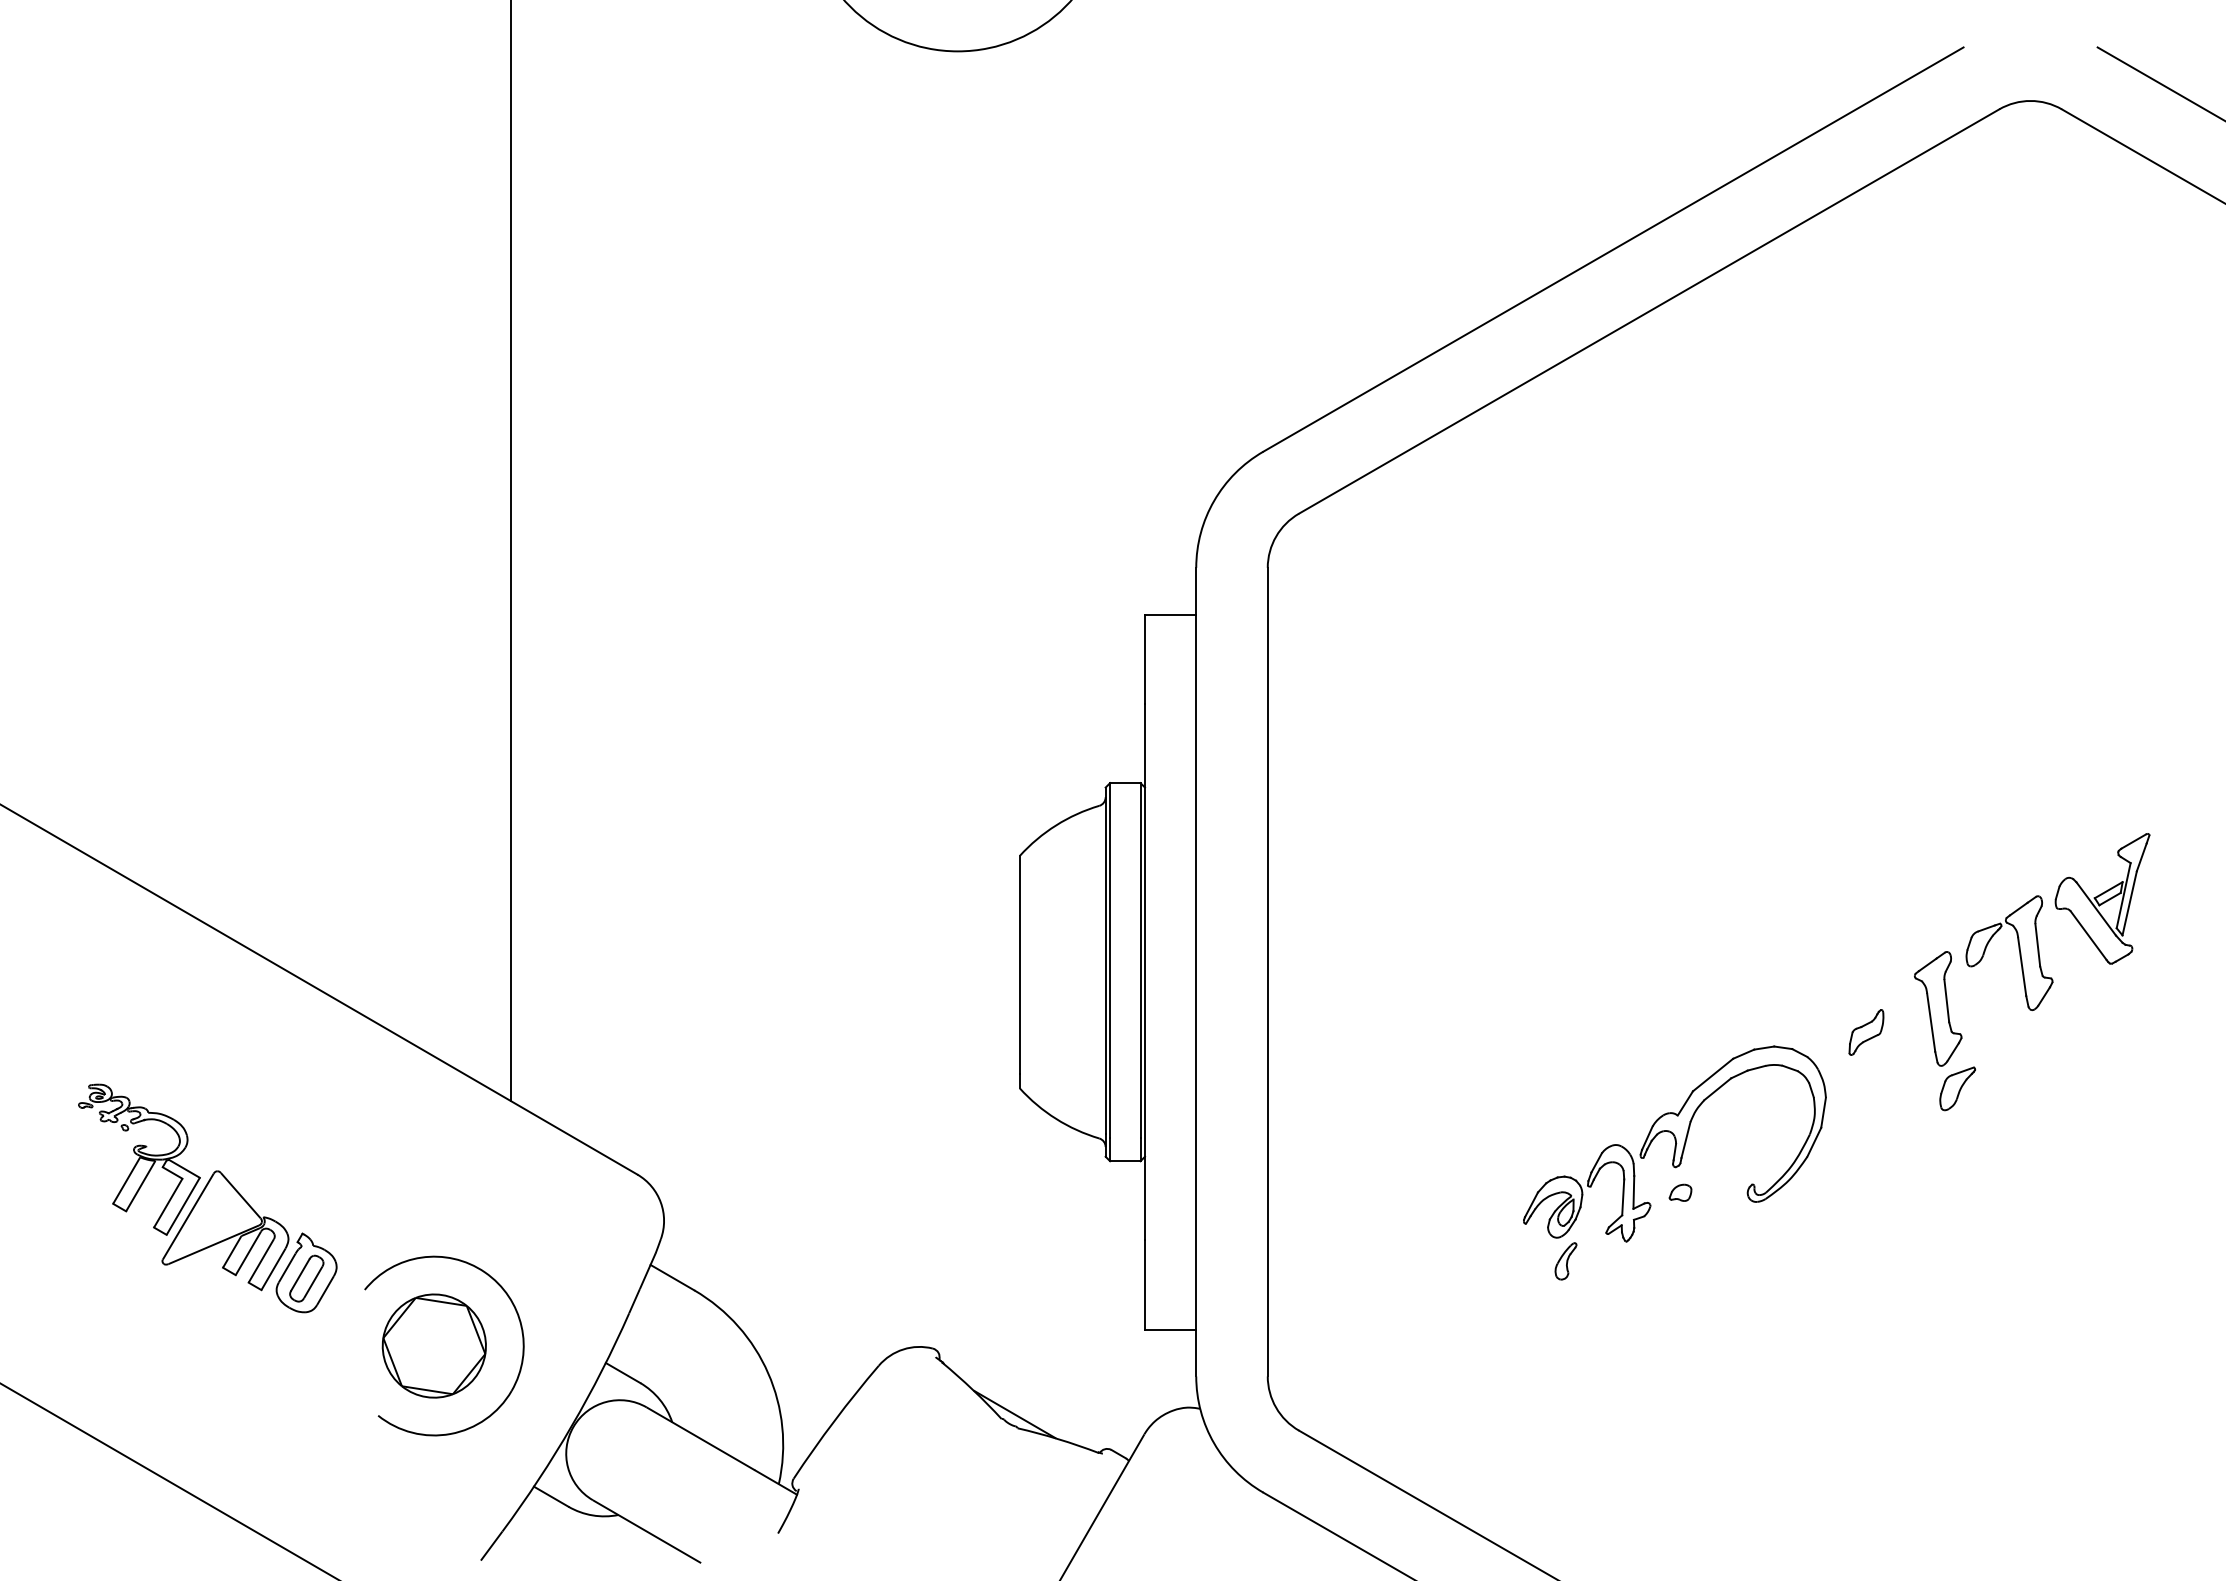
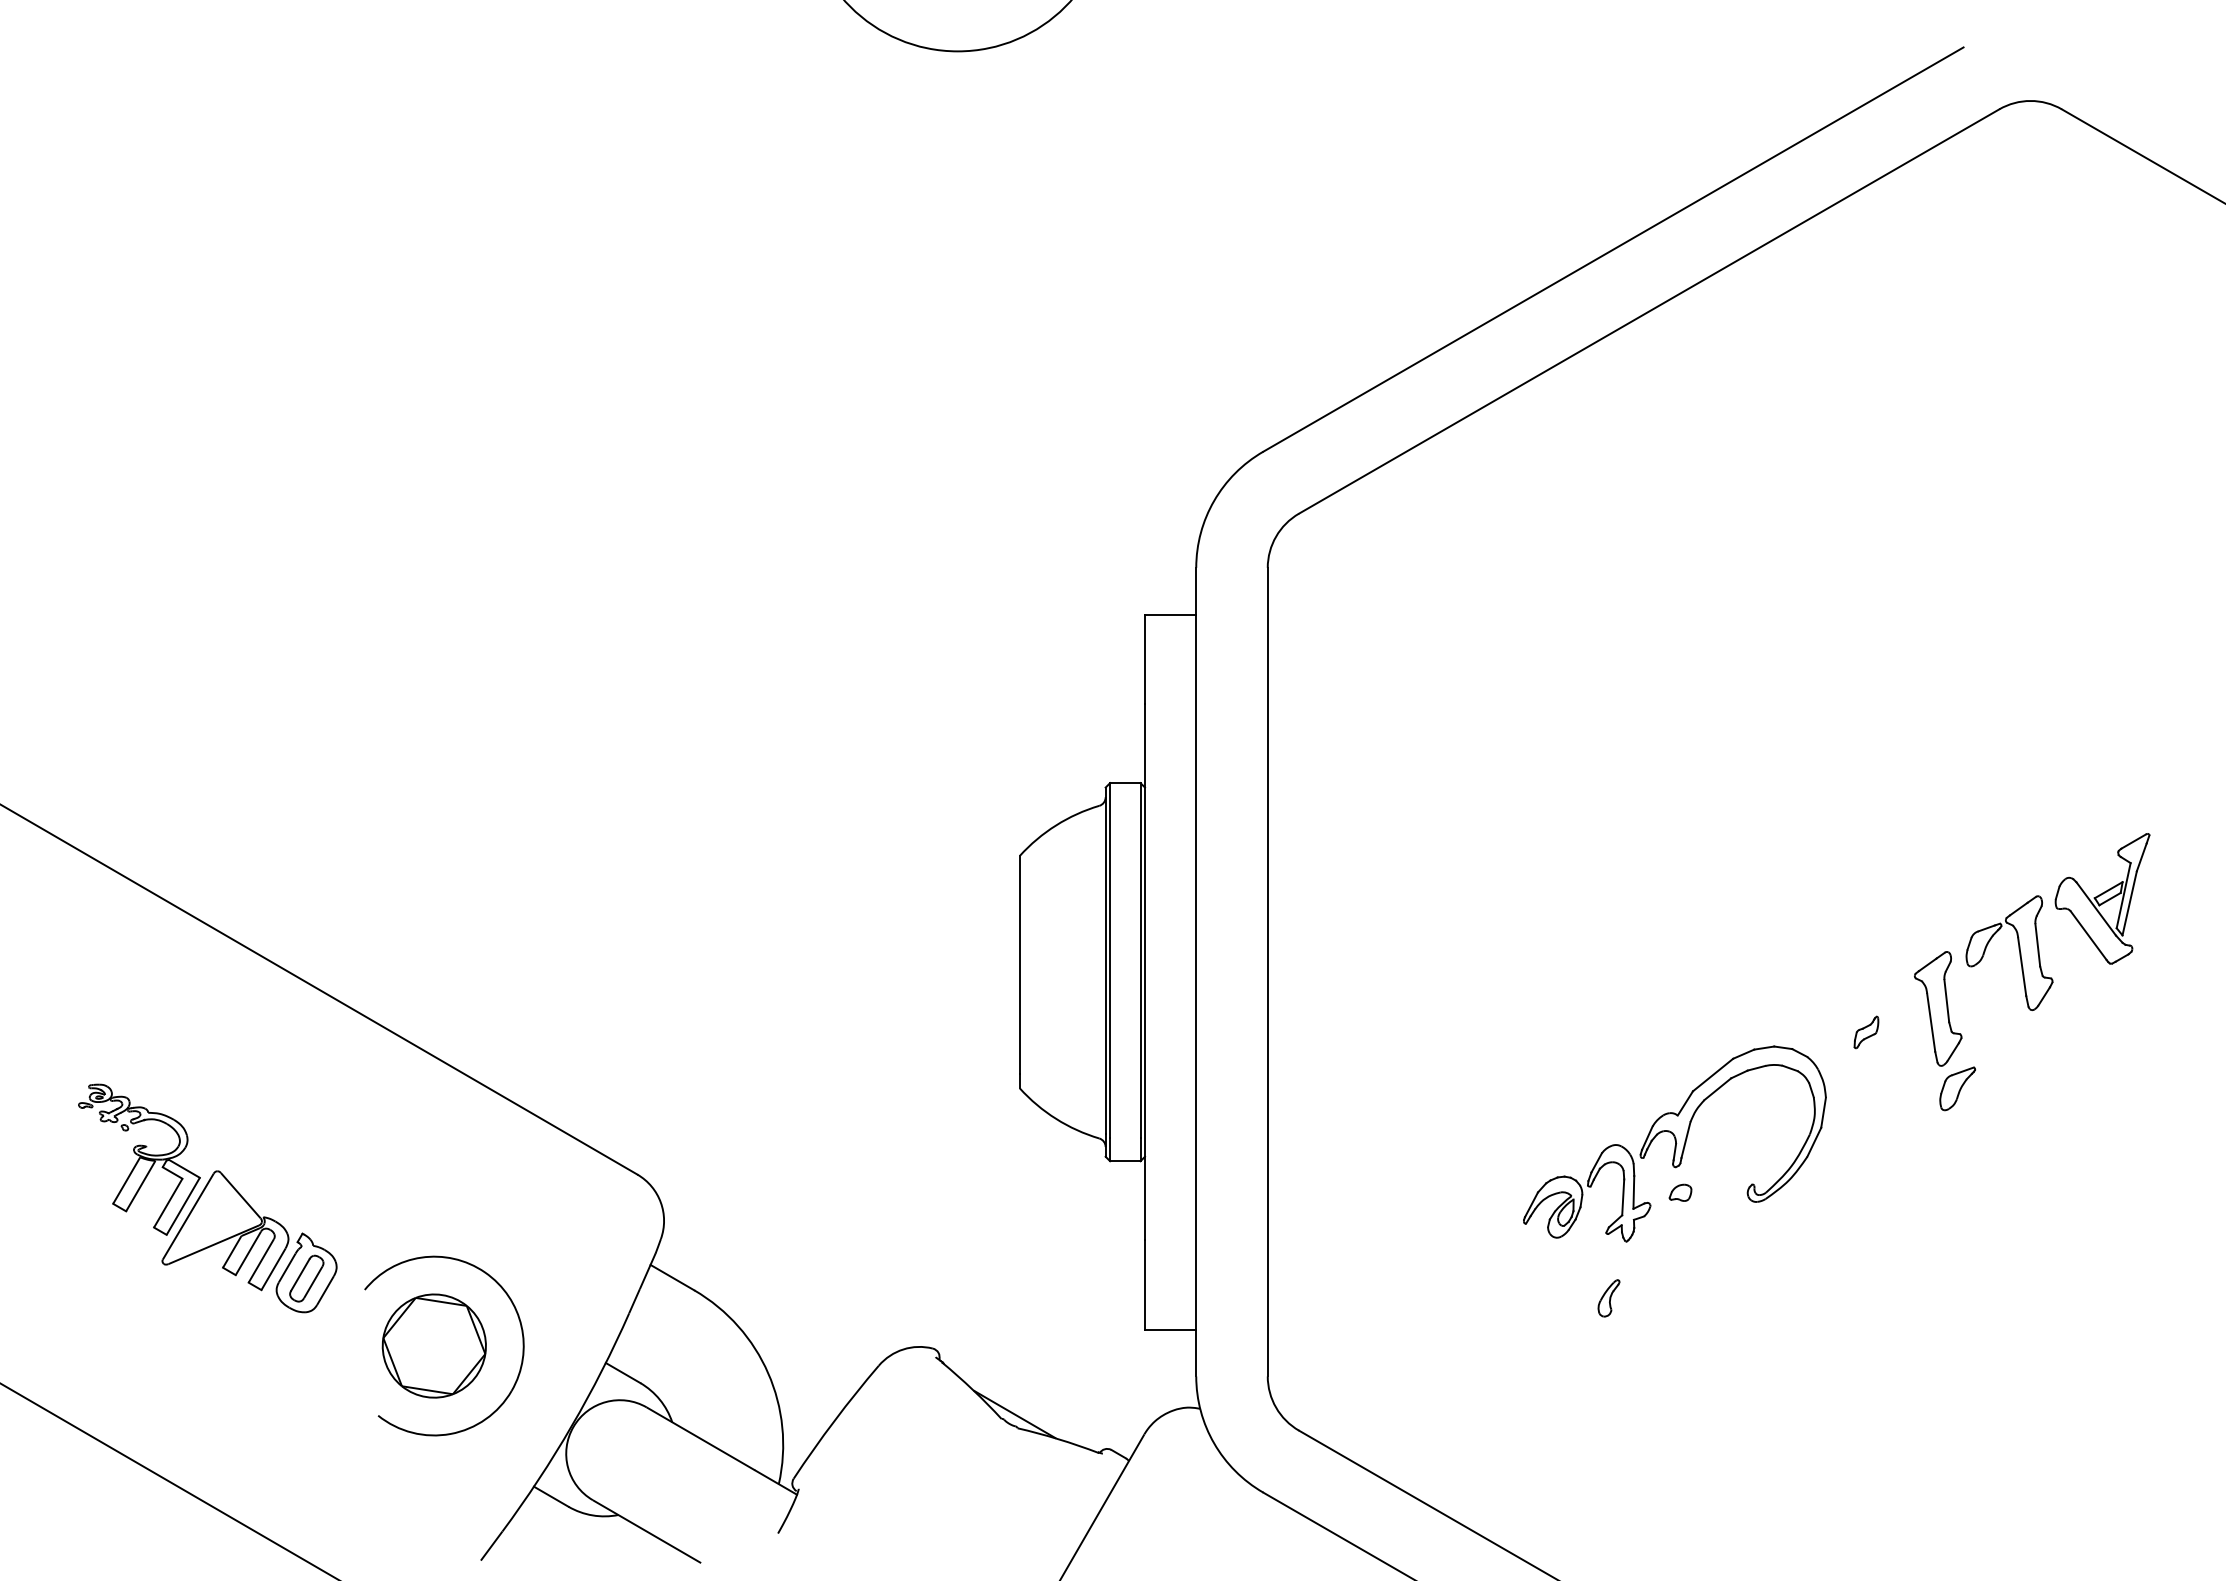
line at (2159, 83): present -> none
line at (510, 551): present -> none
part at (1866, 1032) size: 37x47 px -> 27x35 px
part at (1565, 1261) position: (1565, 1261) -> (1608, 1298)
